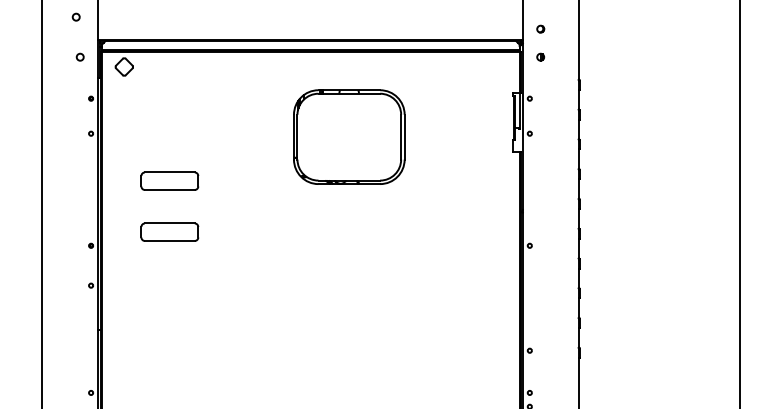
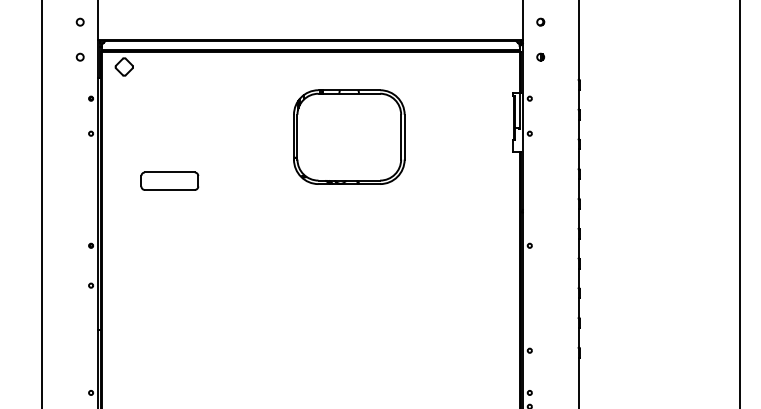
circle at (75, 16) position: (75, 16) -> (79, 21)
part at (540, 28) position: (540, 28) -> (540, 21)
part at (169, 231): present -> none
